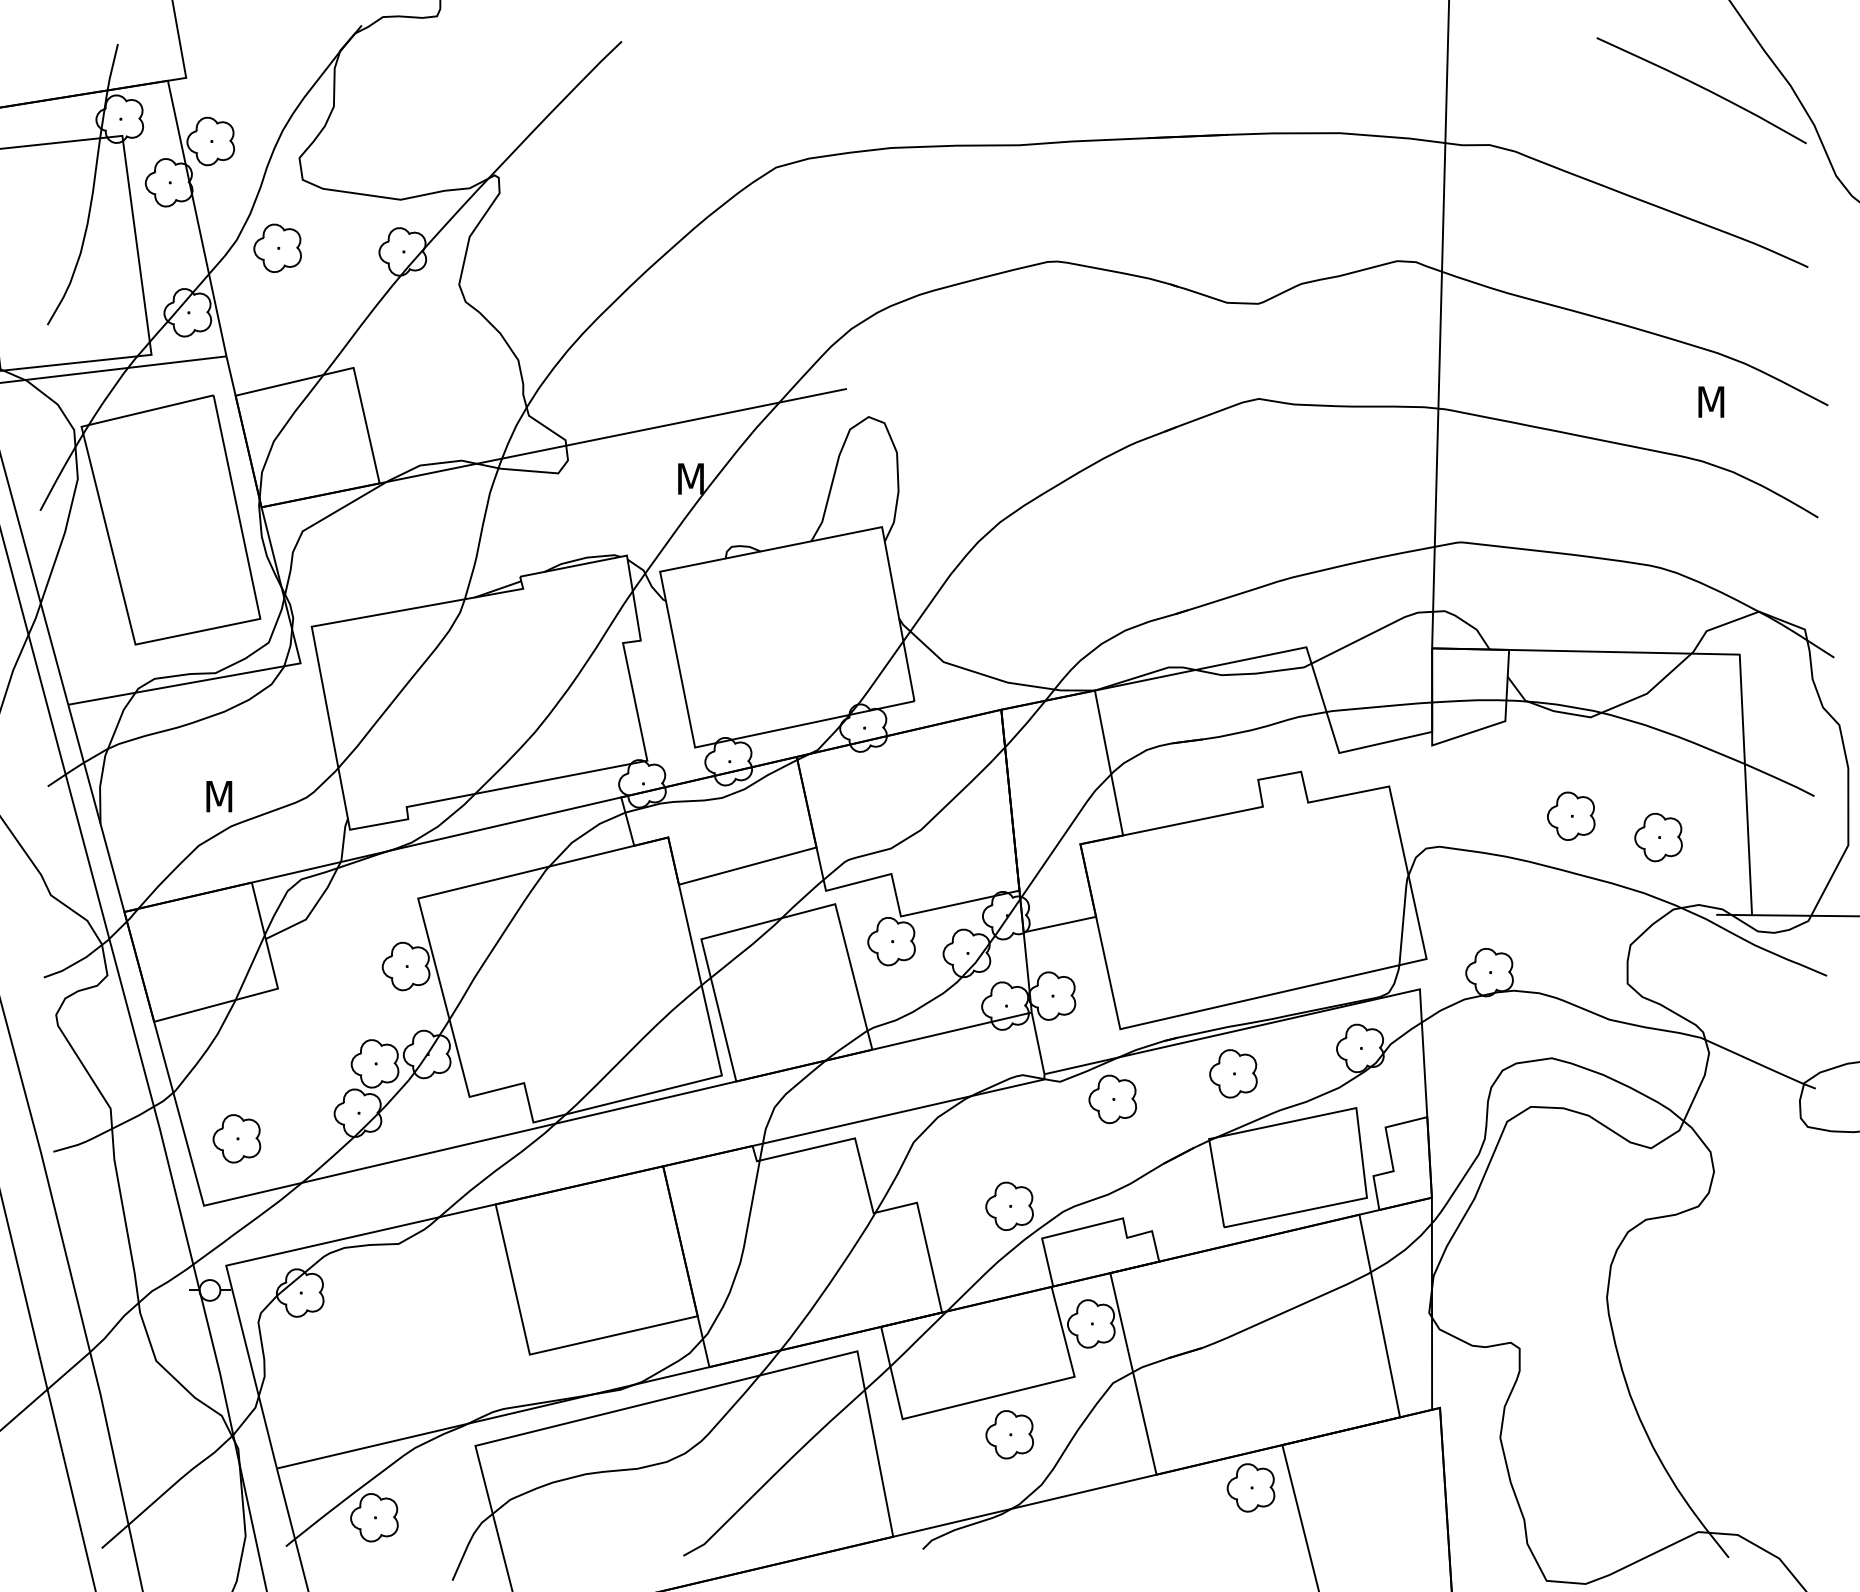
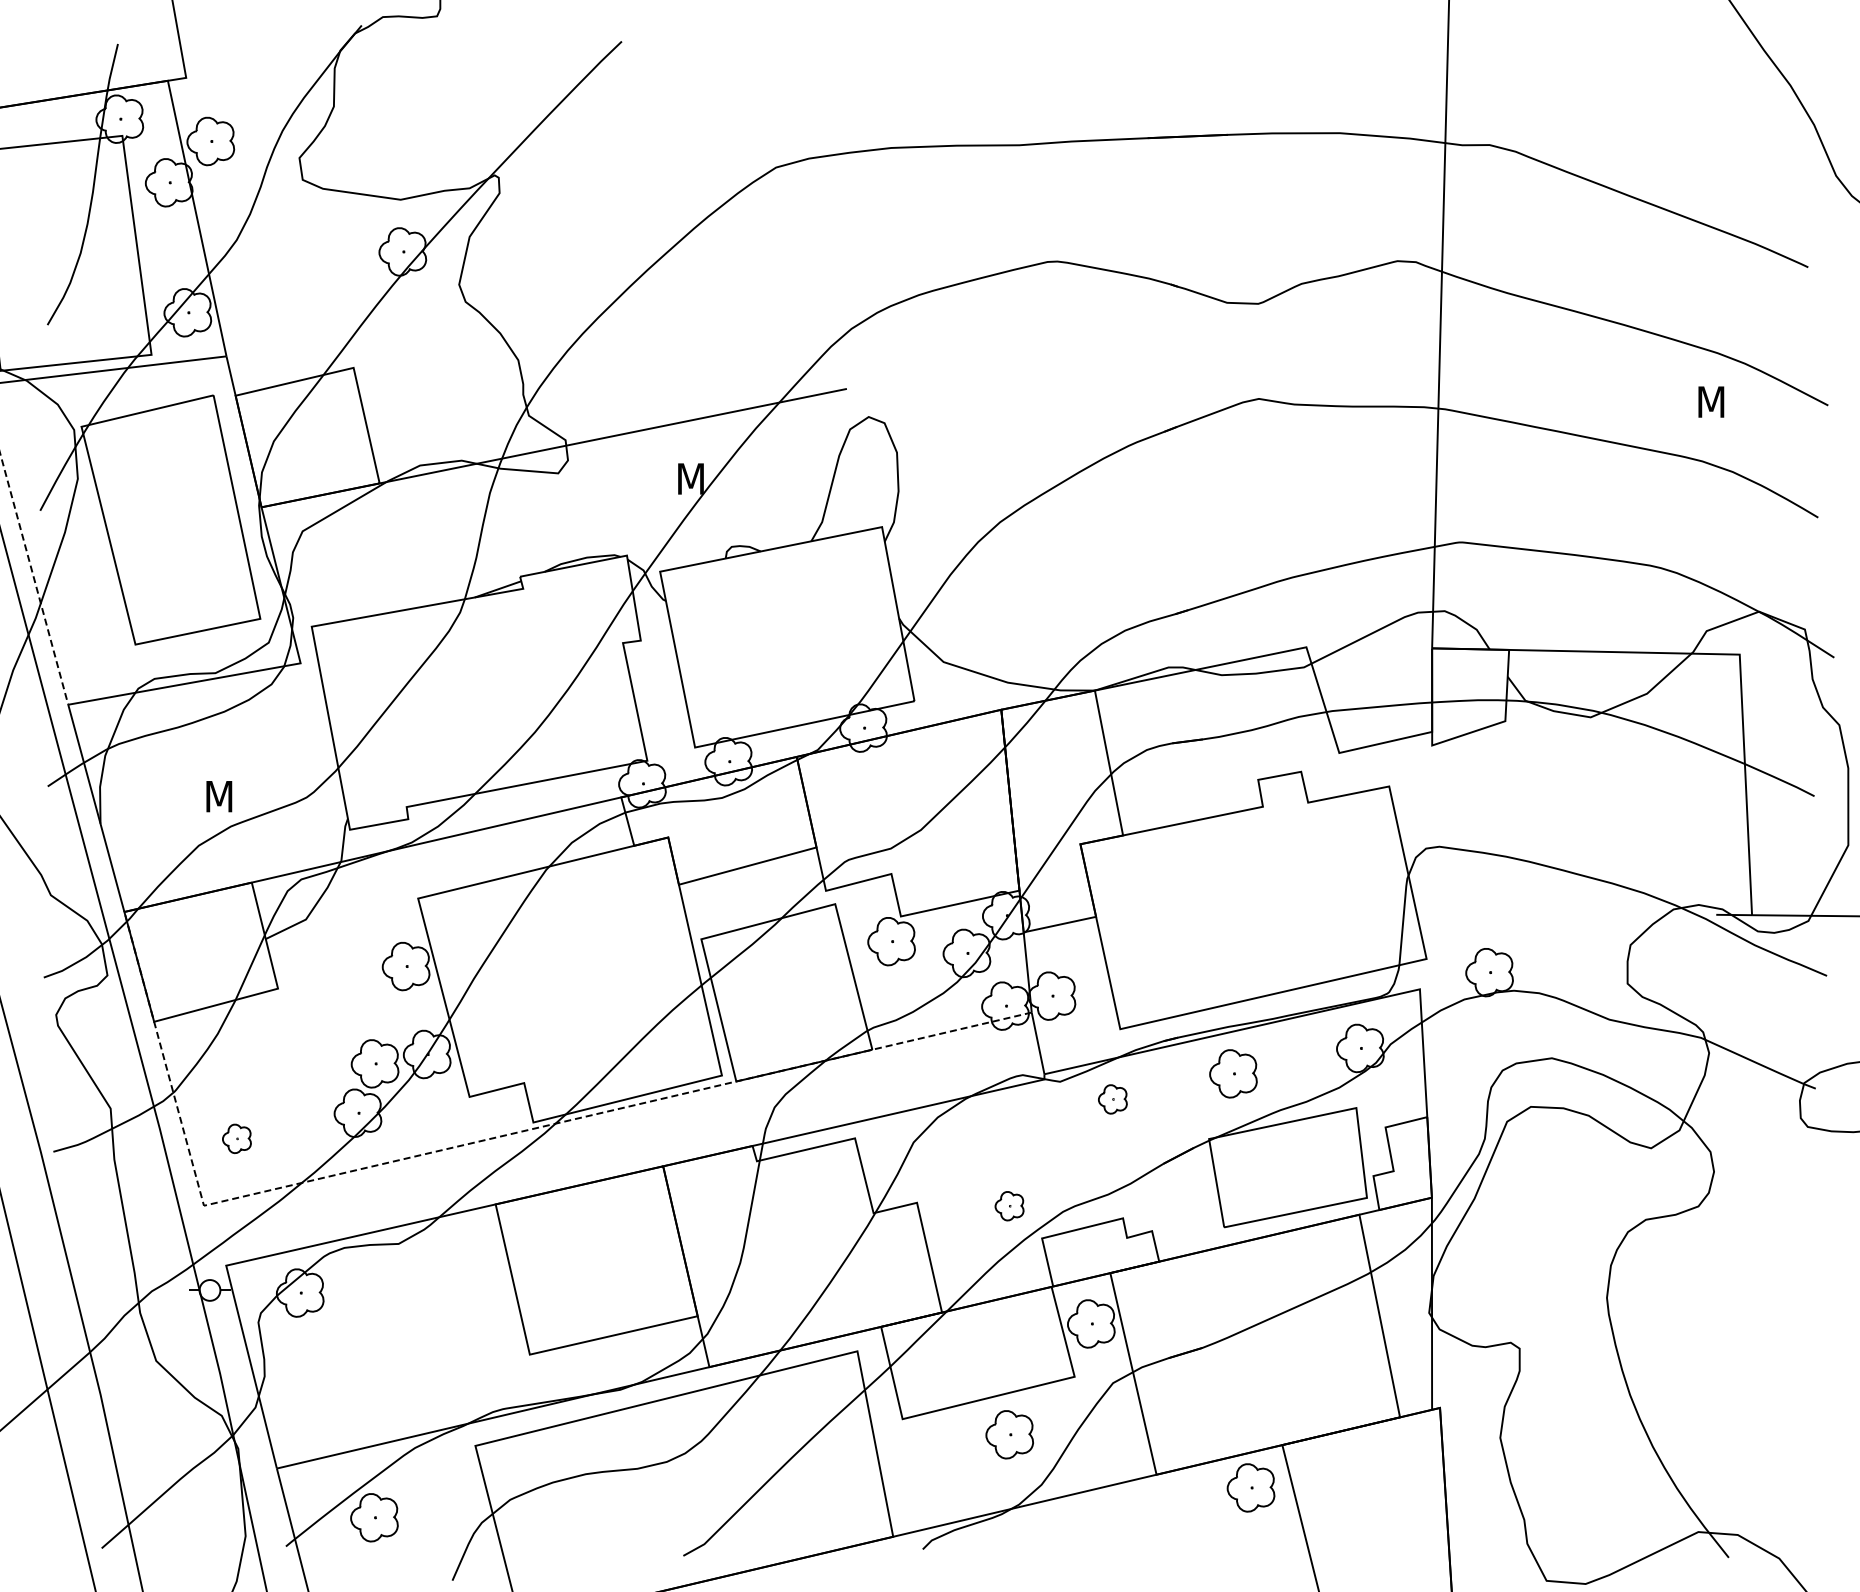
curve at (1702, 88): present -> none
part at (277, 247): present -> none
line at (34, 579): solid -> dashed
part at (1571, 815): present -> none
part at (1658, 837): present -> none
part at (1112, 1099) size: 50x51 px -> 30x31 px
part at (236, 1138) size: 50x50 px -> 30x32 px
line at (469, 1143): solid -> dashed
part at (1009, 1205) size: 49x50 px -> 31x31 px
